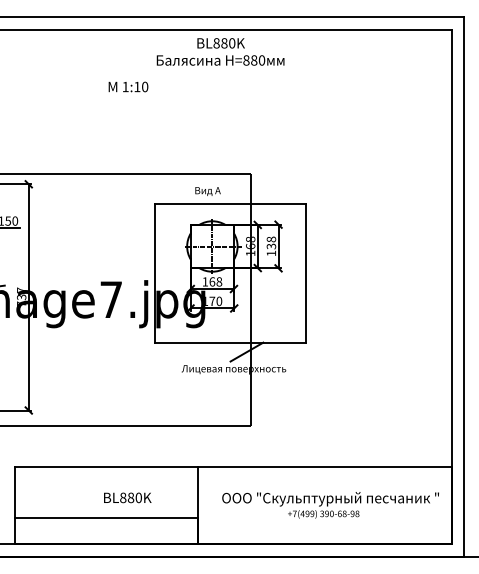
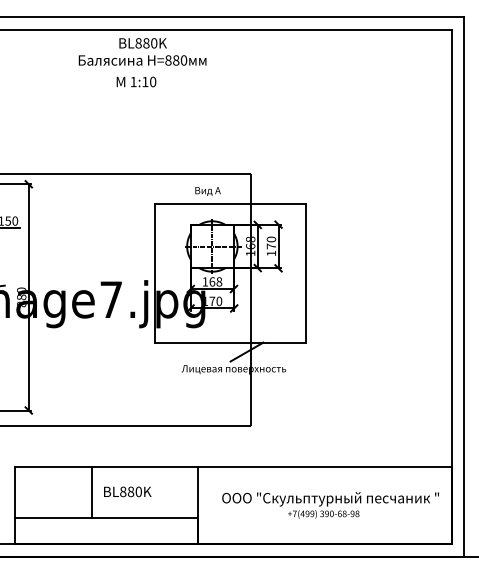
text at (220, 51) position: (220, 51) -> (142, 51)
text at (128, 86) position: (128, 86) -> (136, 81)
text at (271, 242): 138 -> 170
text at (21, 297): 737 -> 880
line at (91, 492): none -> present
text at (127, 497) position: (127, 497) -> (127, 491)
